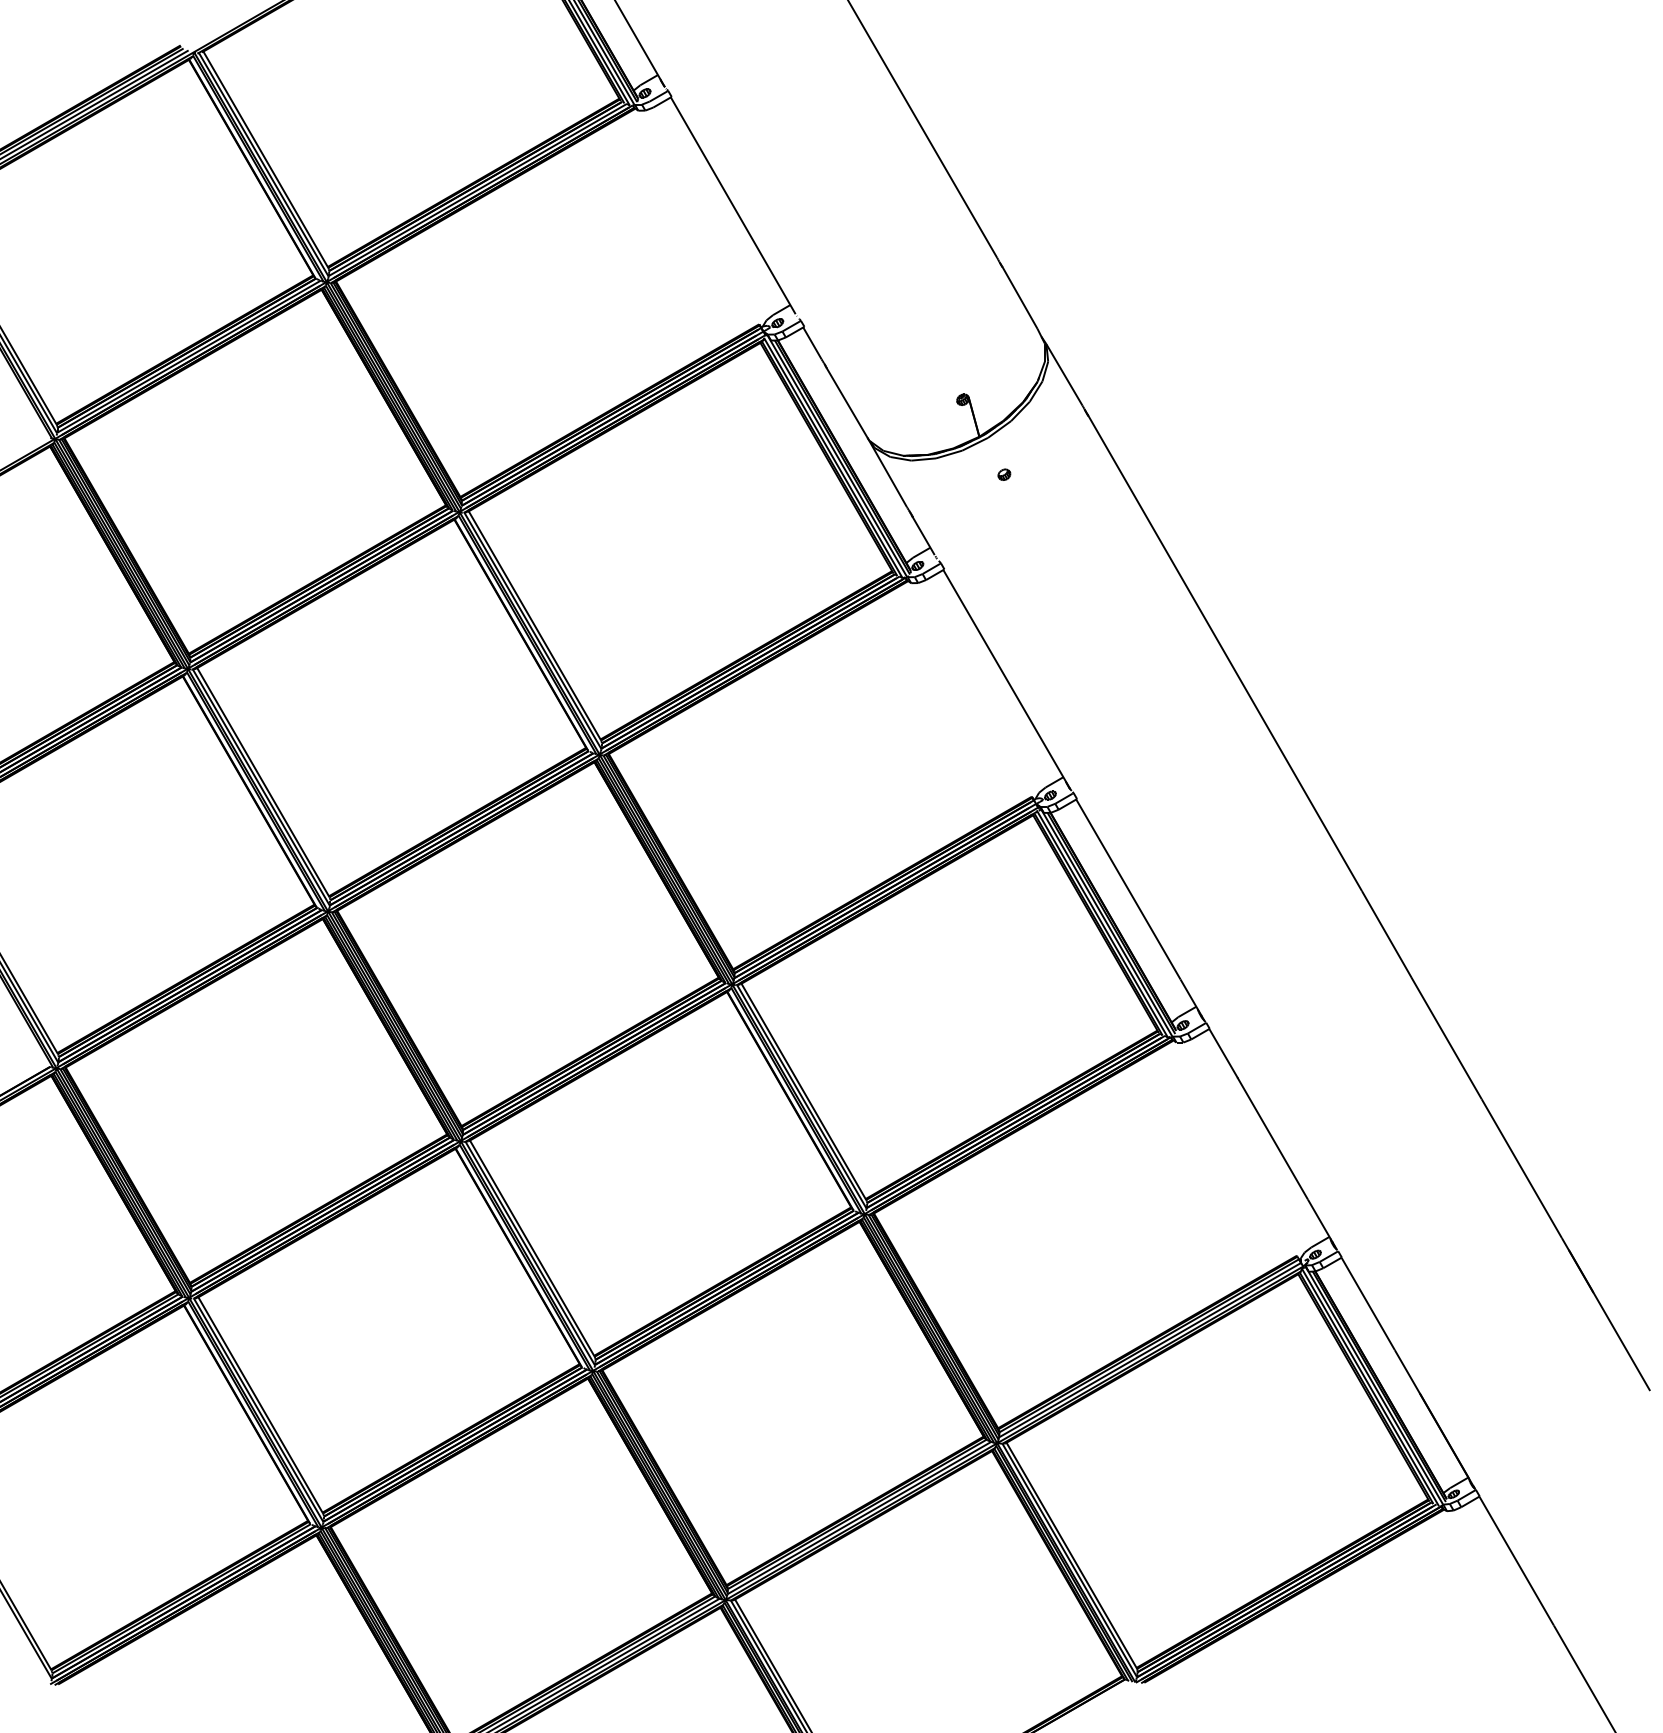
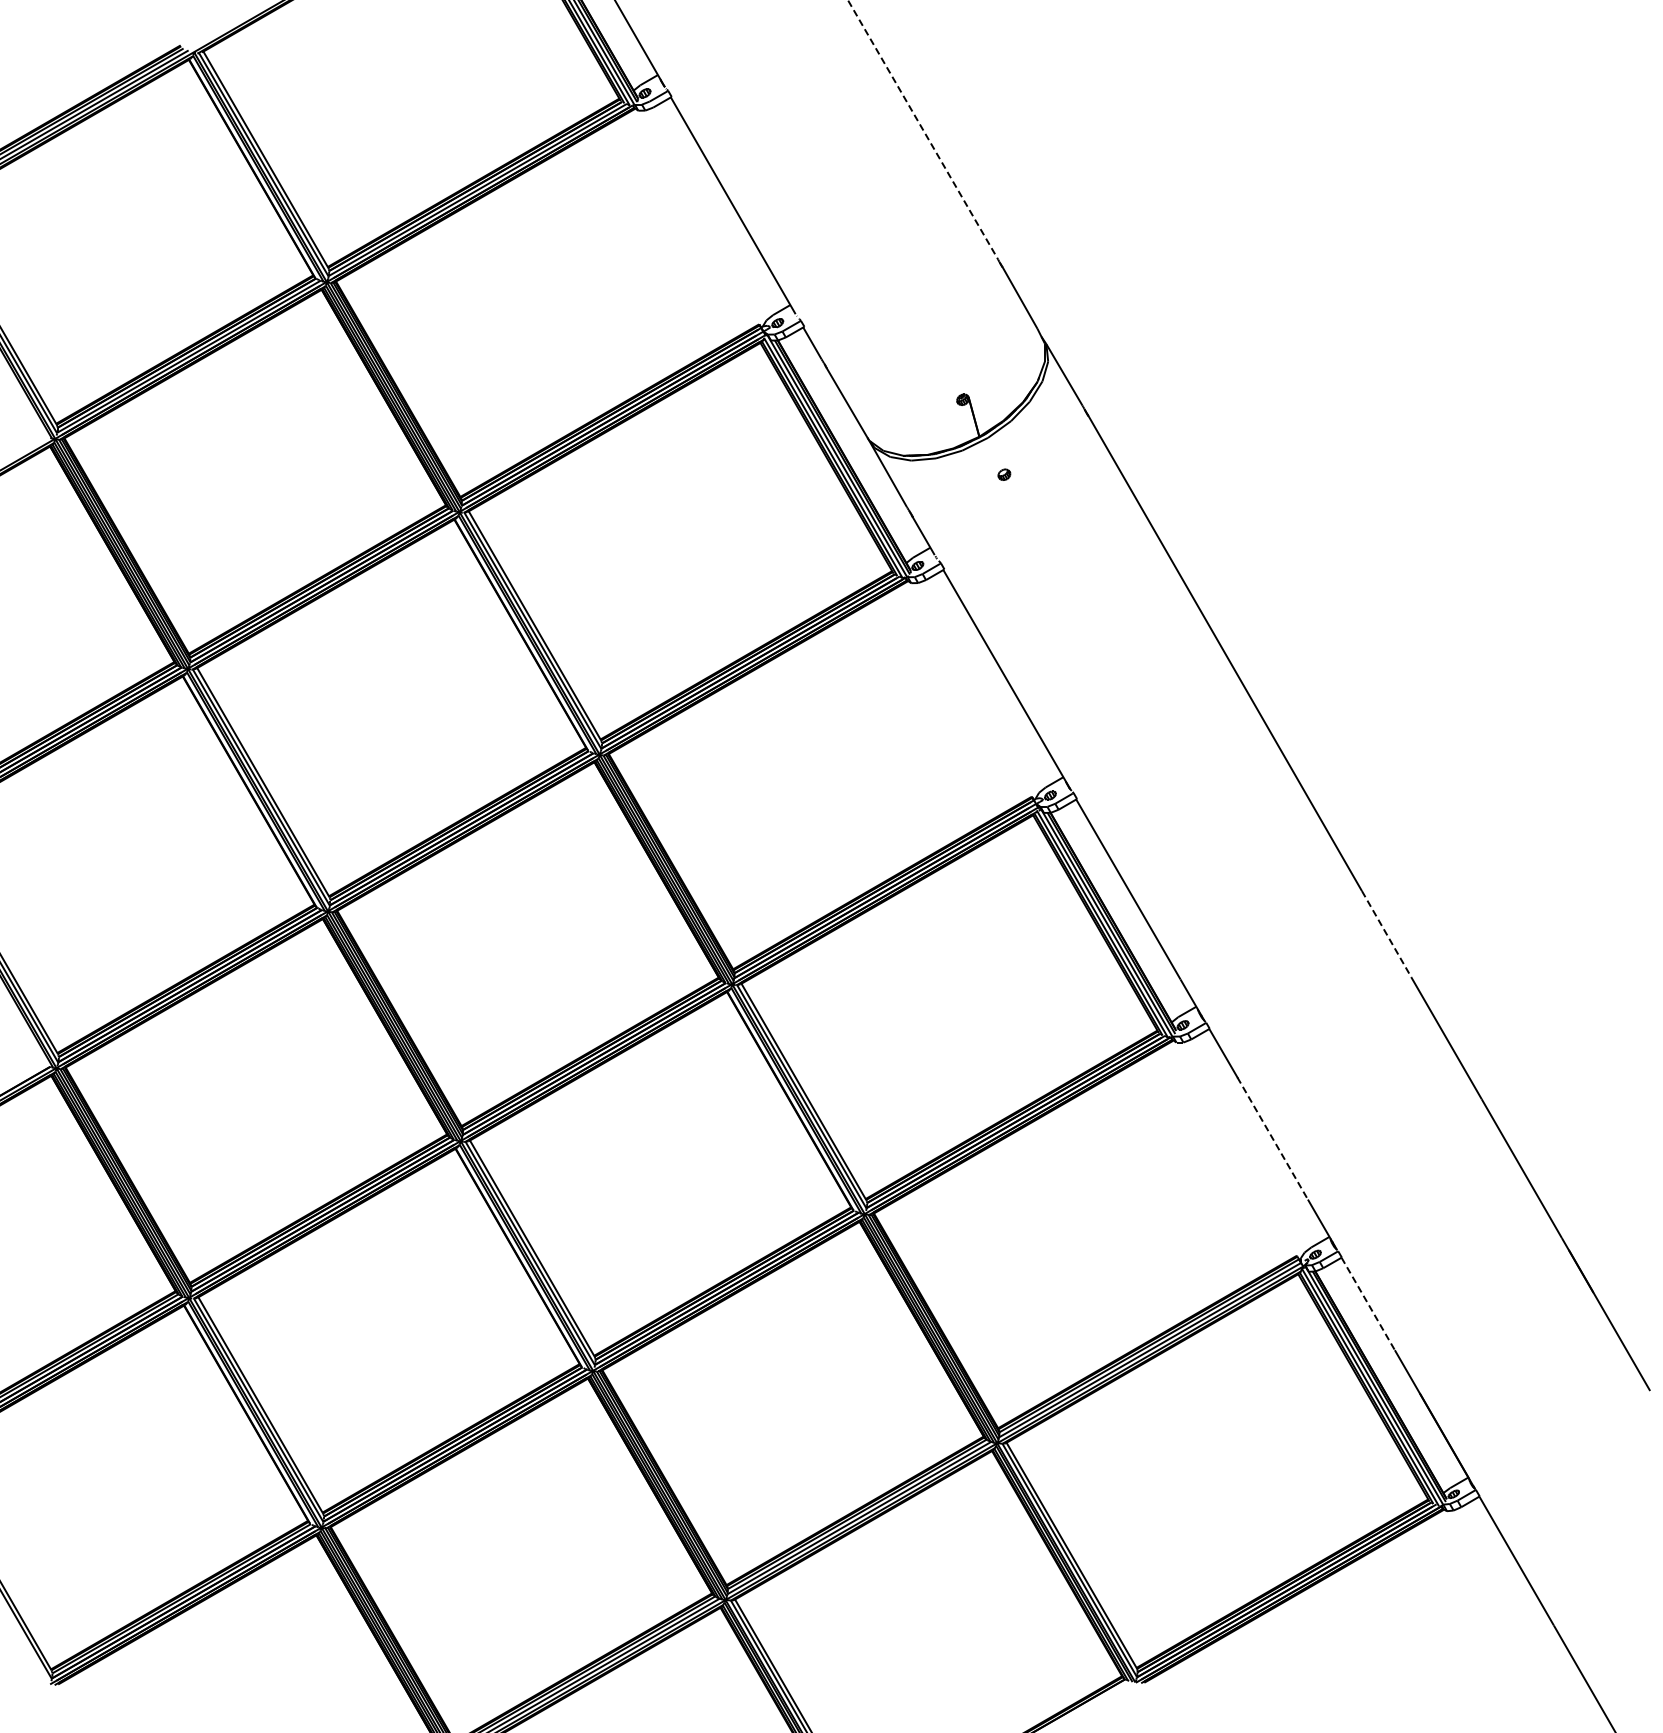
line at (922, 129): solid -> dashed
line at (1386, 934): solid -> dashed
line at (1272, 1138): solid -> dashed
line at (1368, 1304): solid -> dashed
